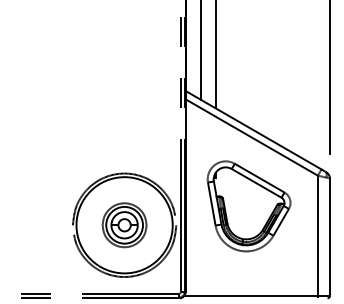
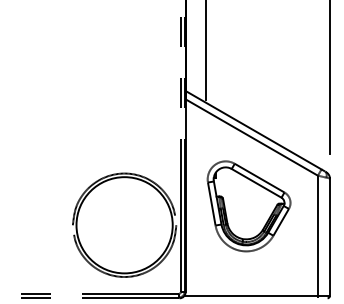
line at (200, 50) position: (200, 50) -> (205, 50)
line at (215, 55): present -> none
part at (124, 225): present -> none
